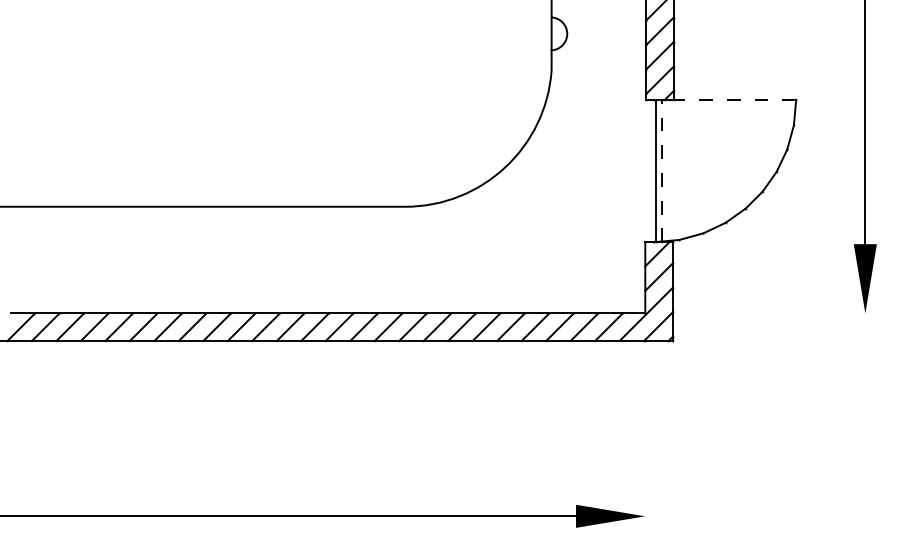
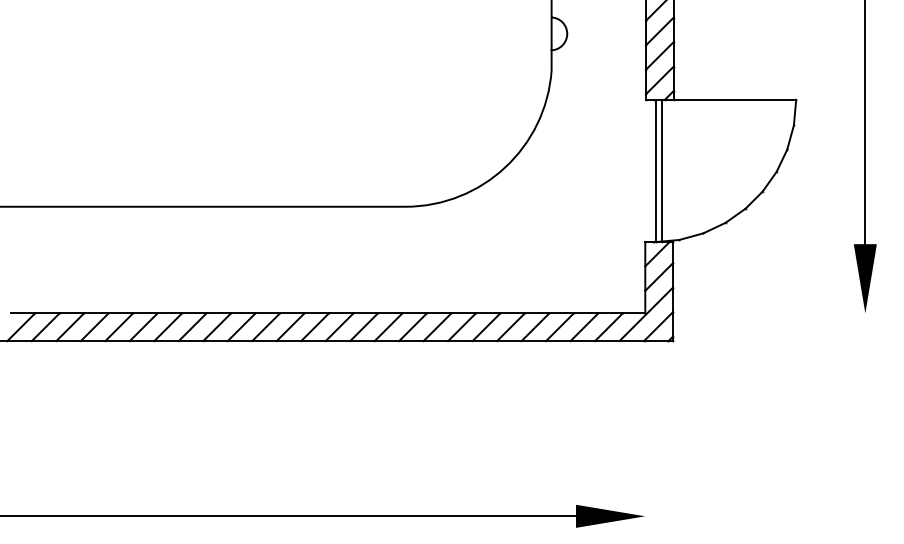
line at (734, 99): dashed -> solid
line at (661, 170): dashed -> solid
